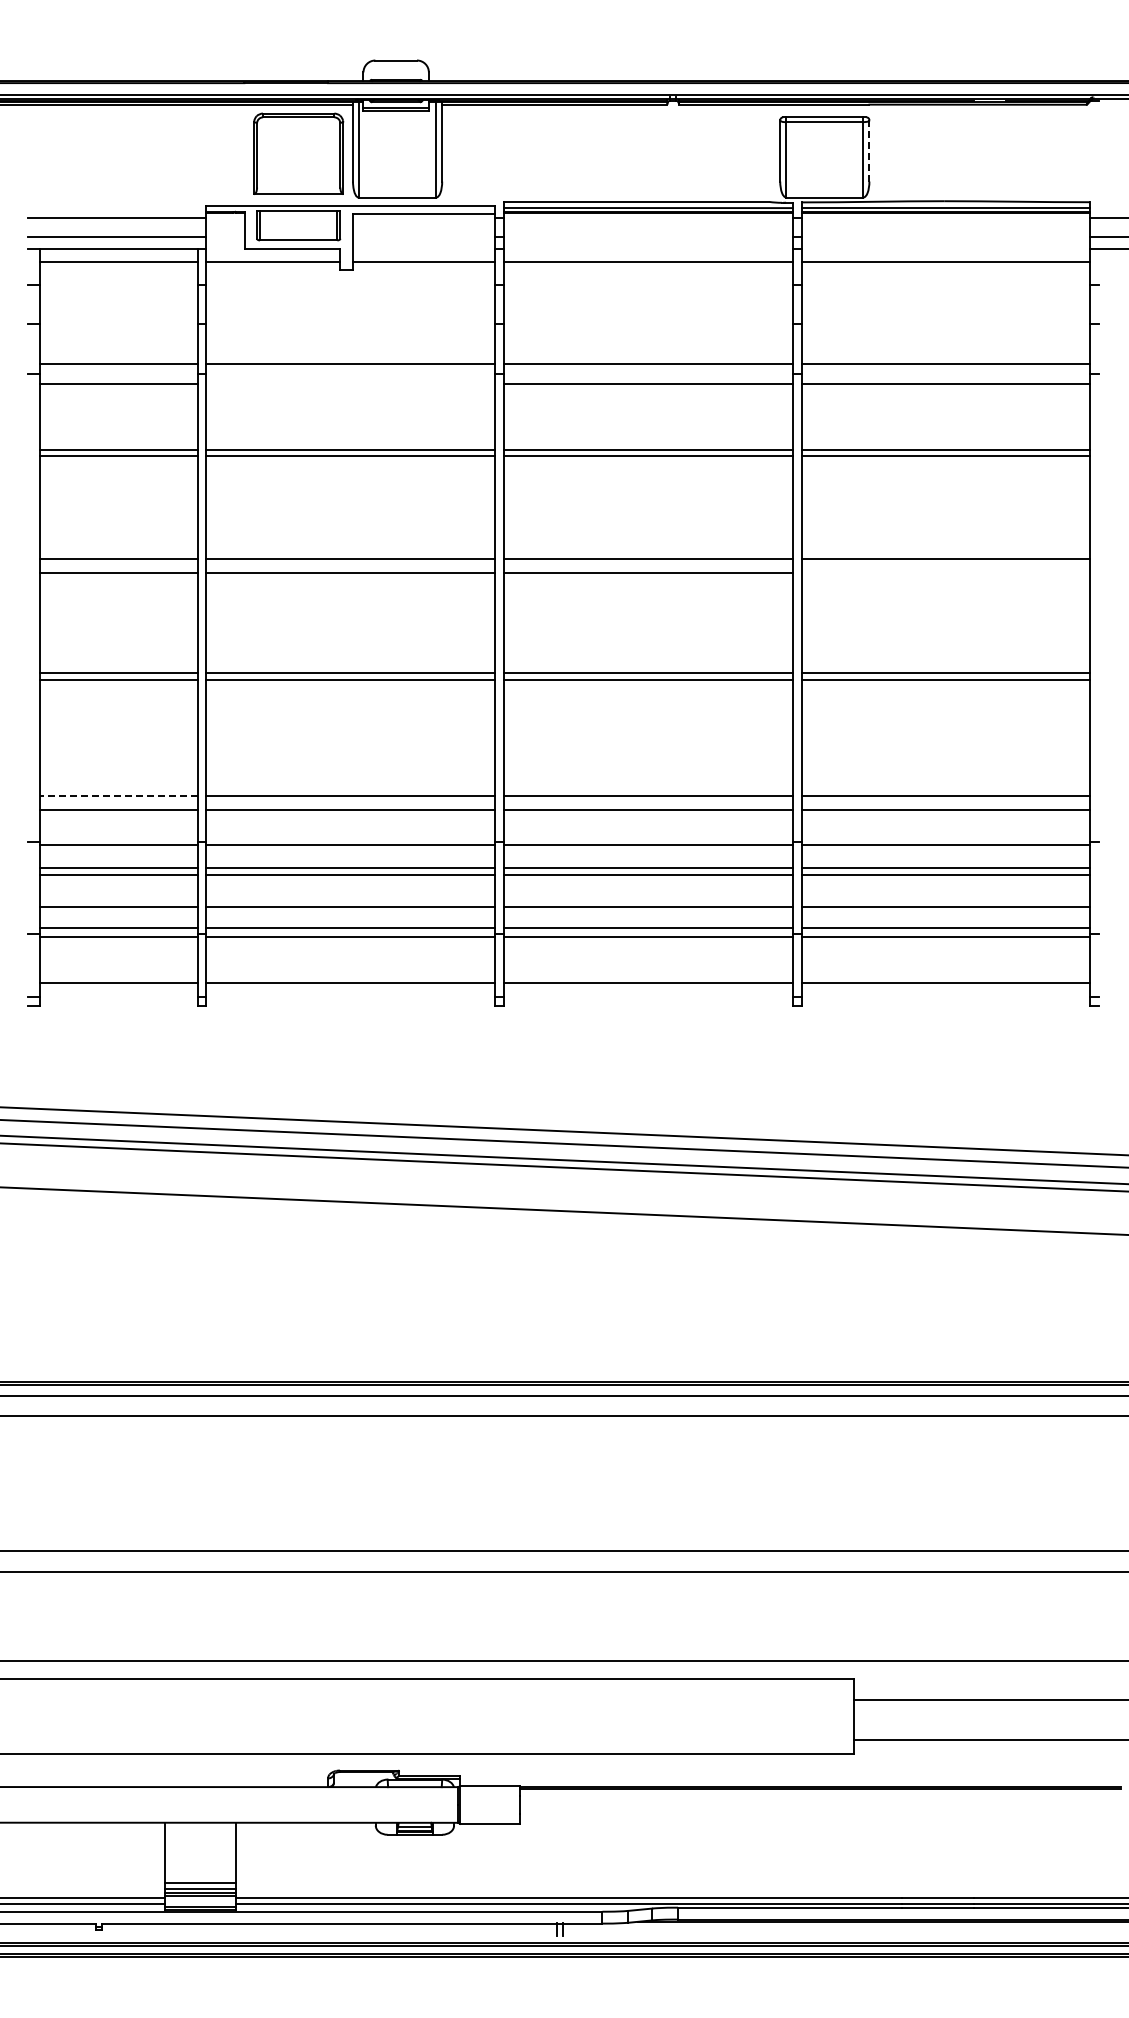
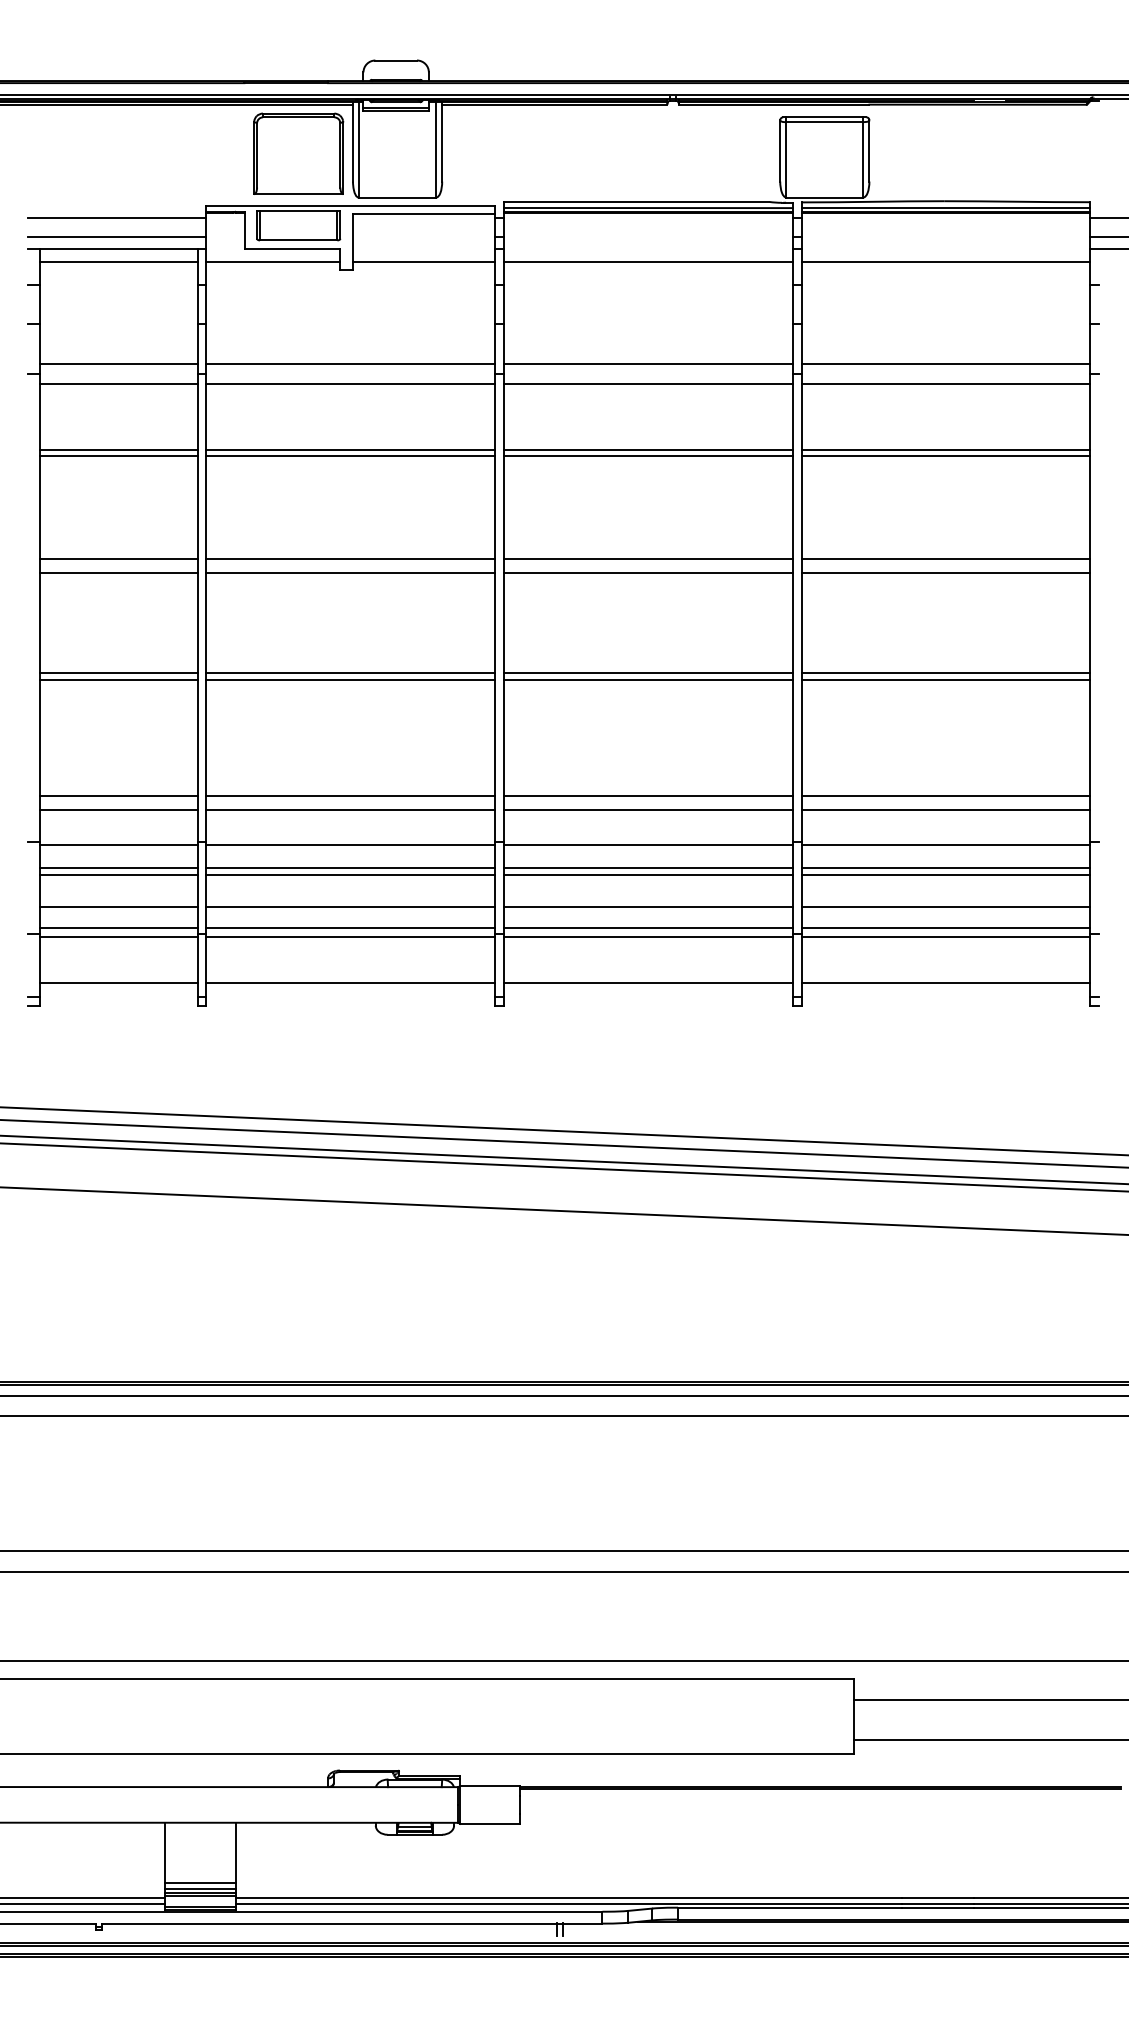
line at (869, 150): dashed -> solid
line at (350, 384): none -> present
line at (945, 572): none -> present
line at (118, 796): dashed -> solid
